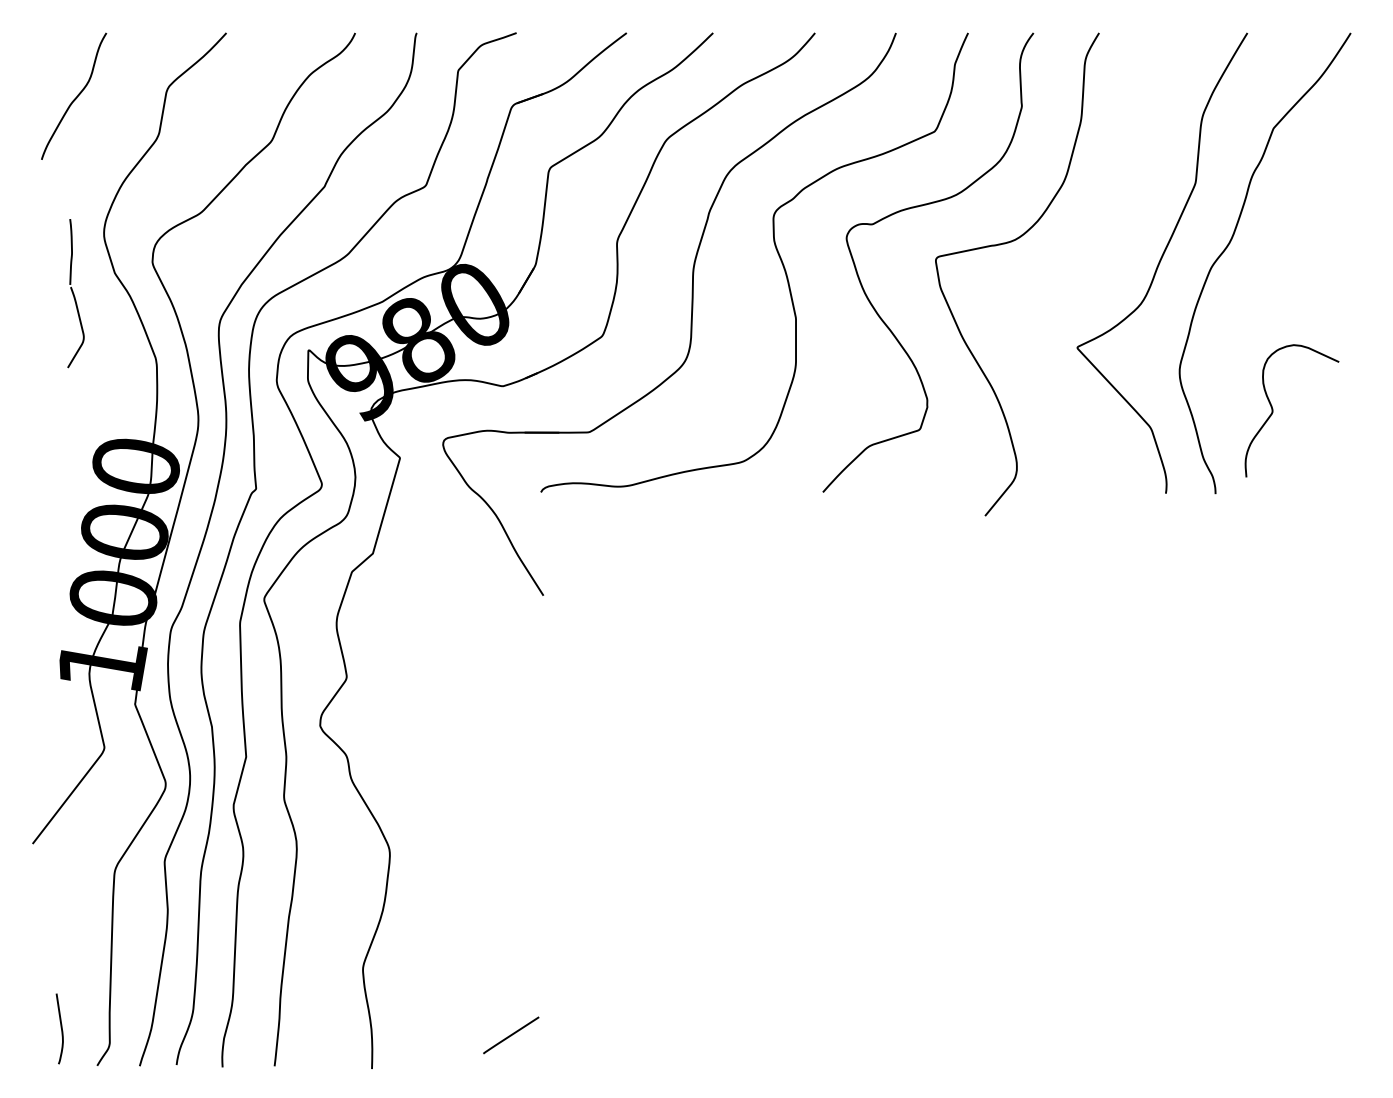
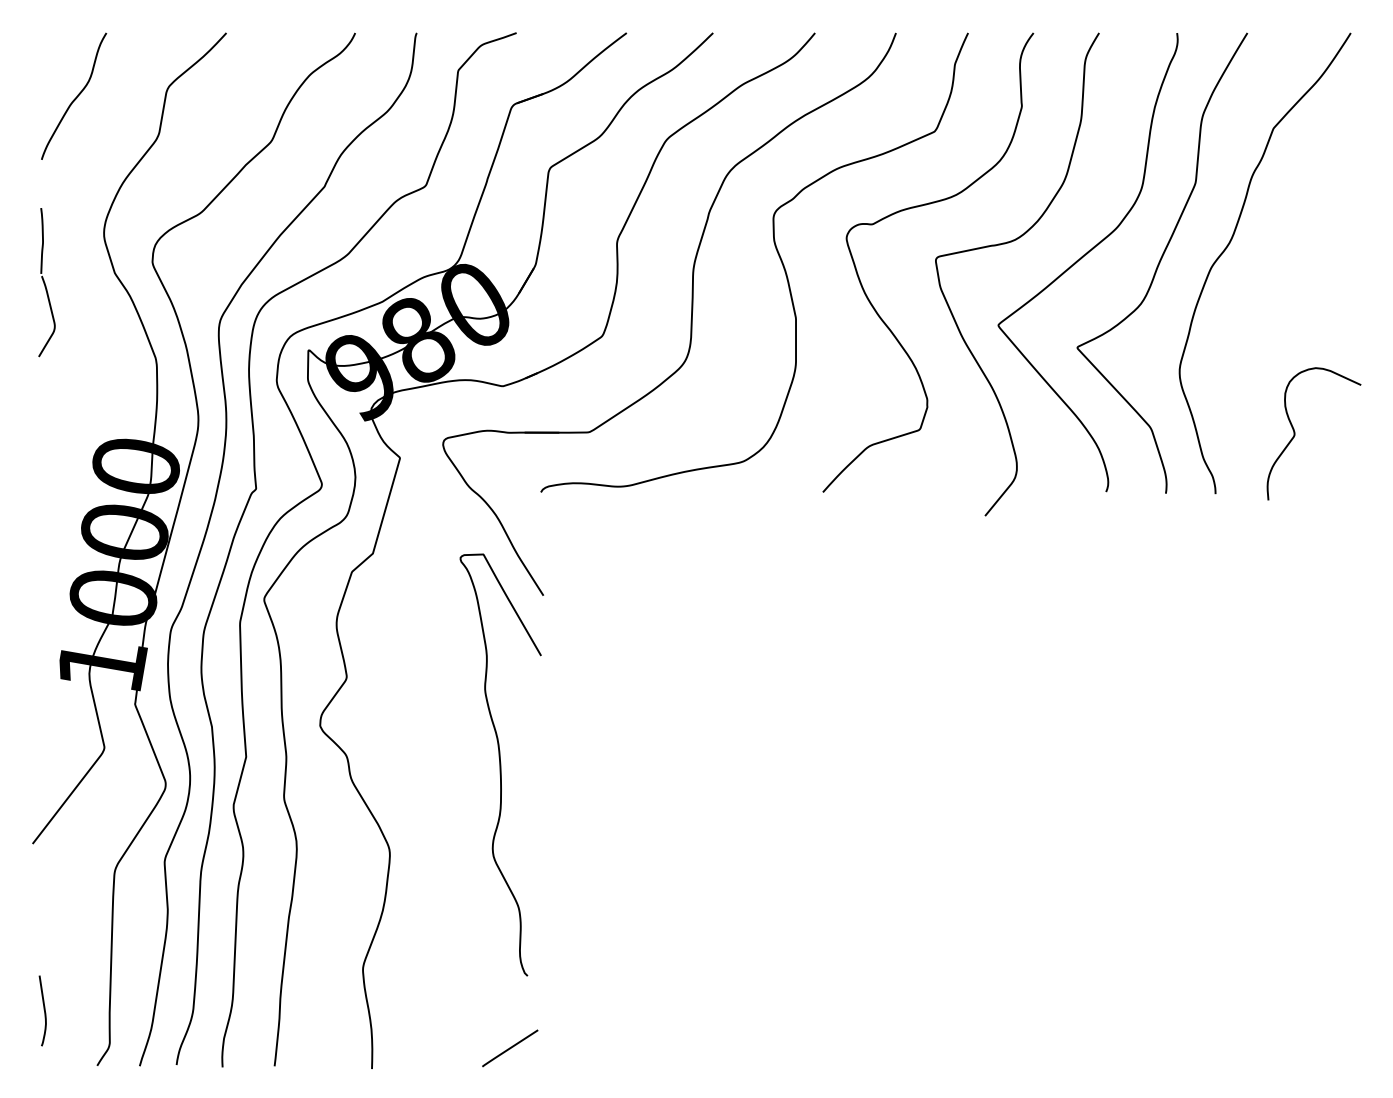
curve at (1083, 257): none -> present
part at (75, 293) position: (75, 293) -> (46, 282)
curve at (1273, 410) position: (1273, 410) -> (1295, 433)
curve at (500, 764): none -> present
curve at (60, 1027) position: (60, 1027) -> (43, 1009)
line at (511, 1035) position: (511, 1035) -> (510, 1048)
